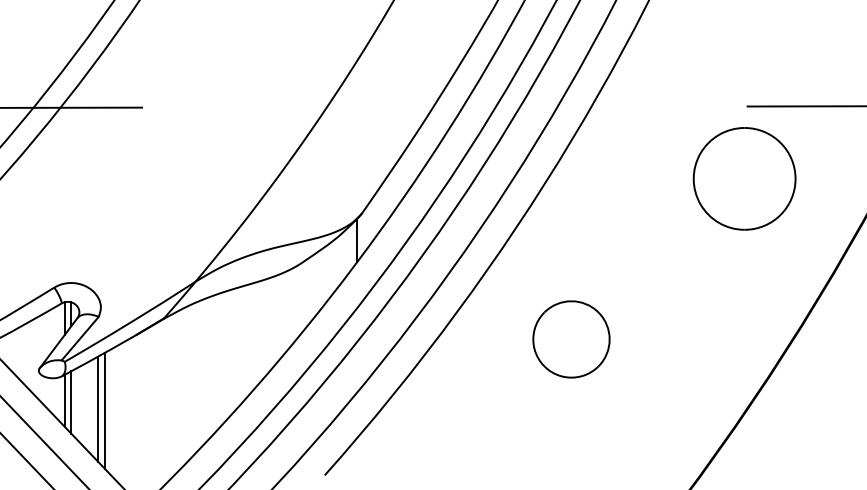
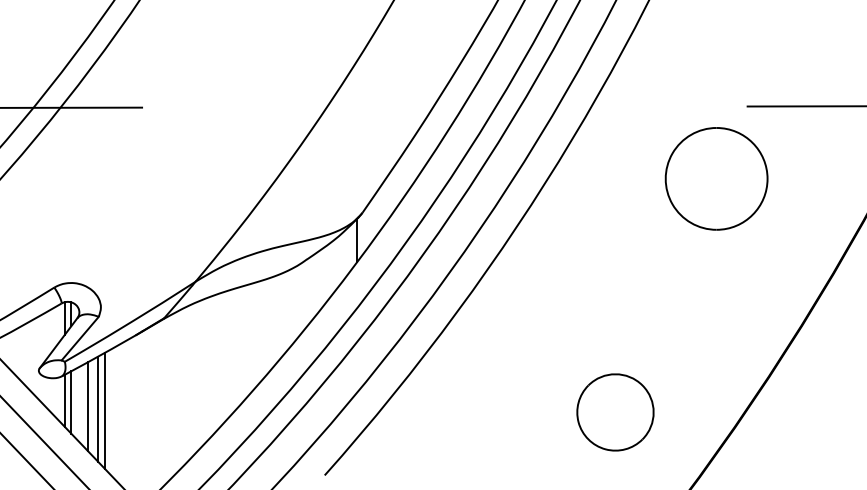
part at (744, 178) position: (744, 178) -> (716, 178)
part at (571, 339) position: (571, 339) -> (615, 412)
line at (87, 406): none -> present
